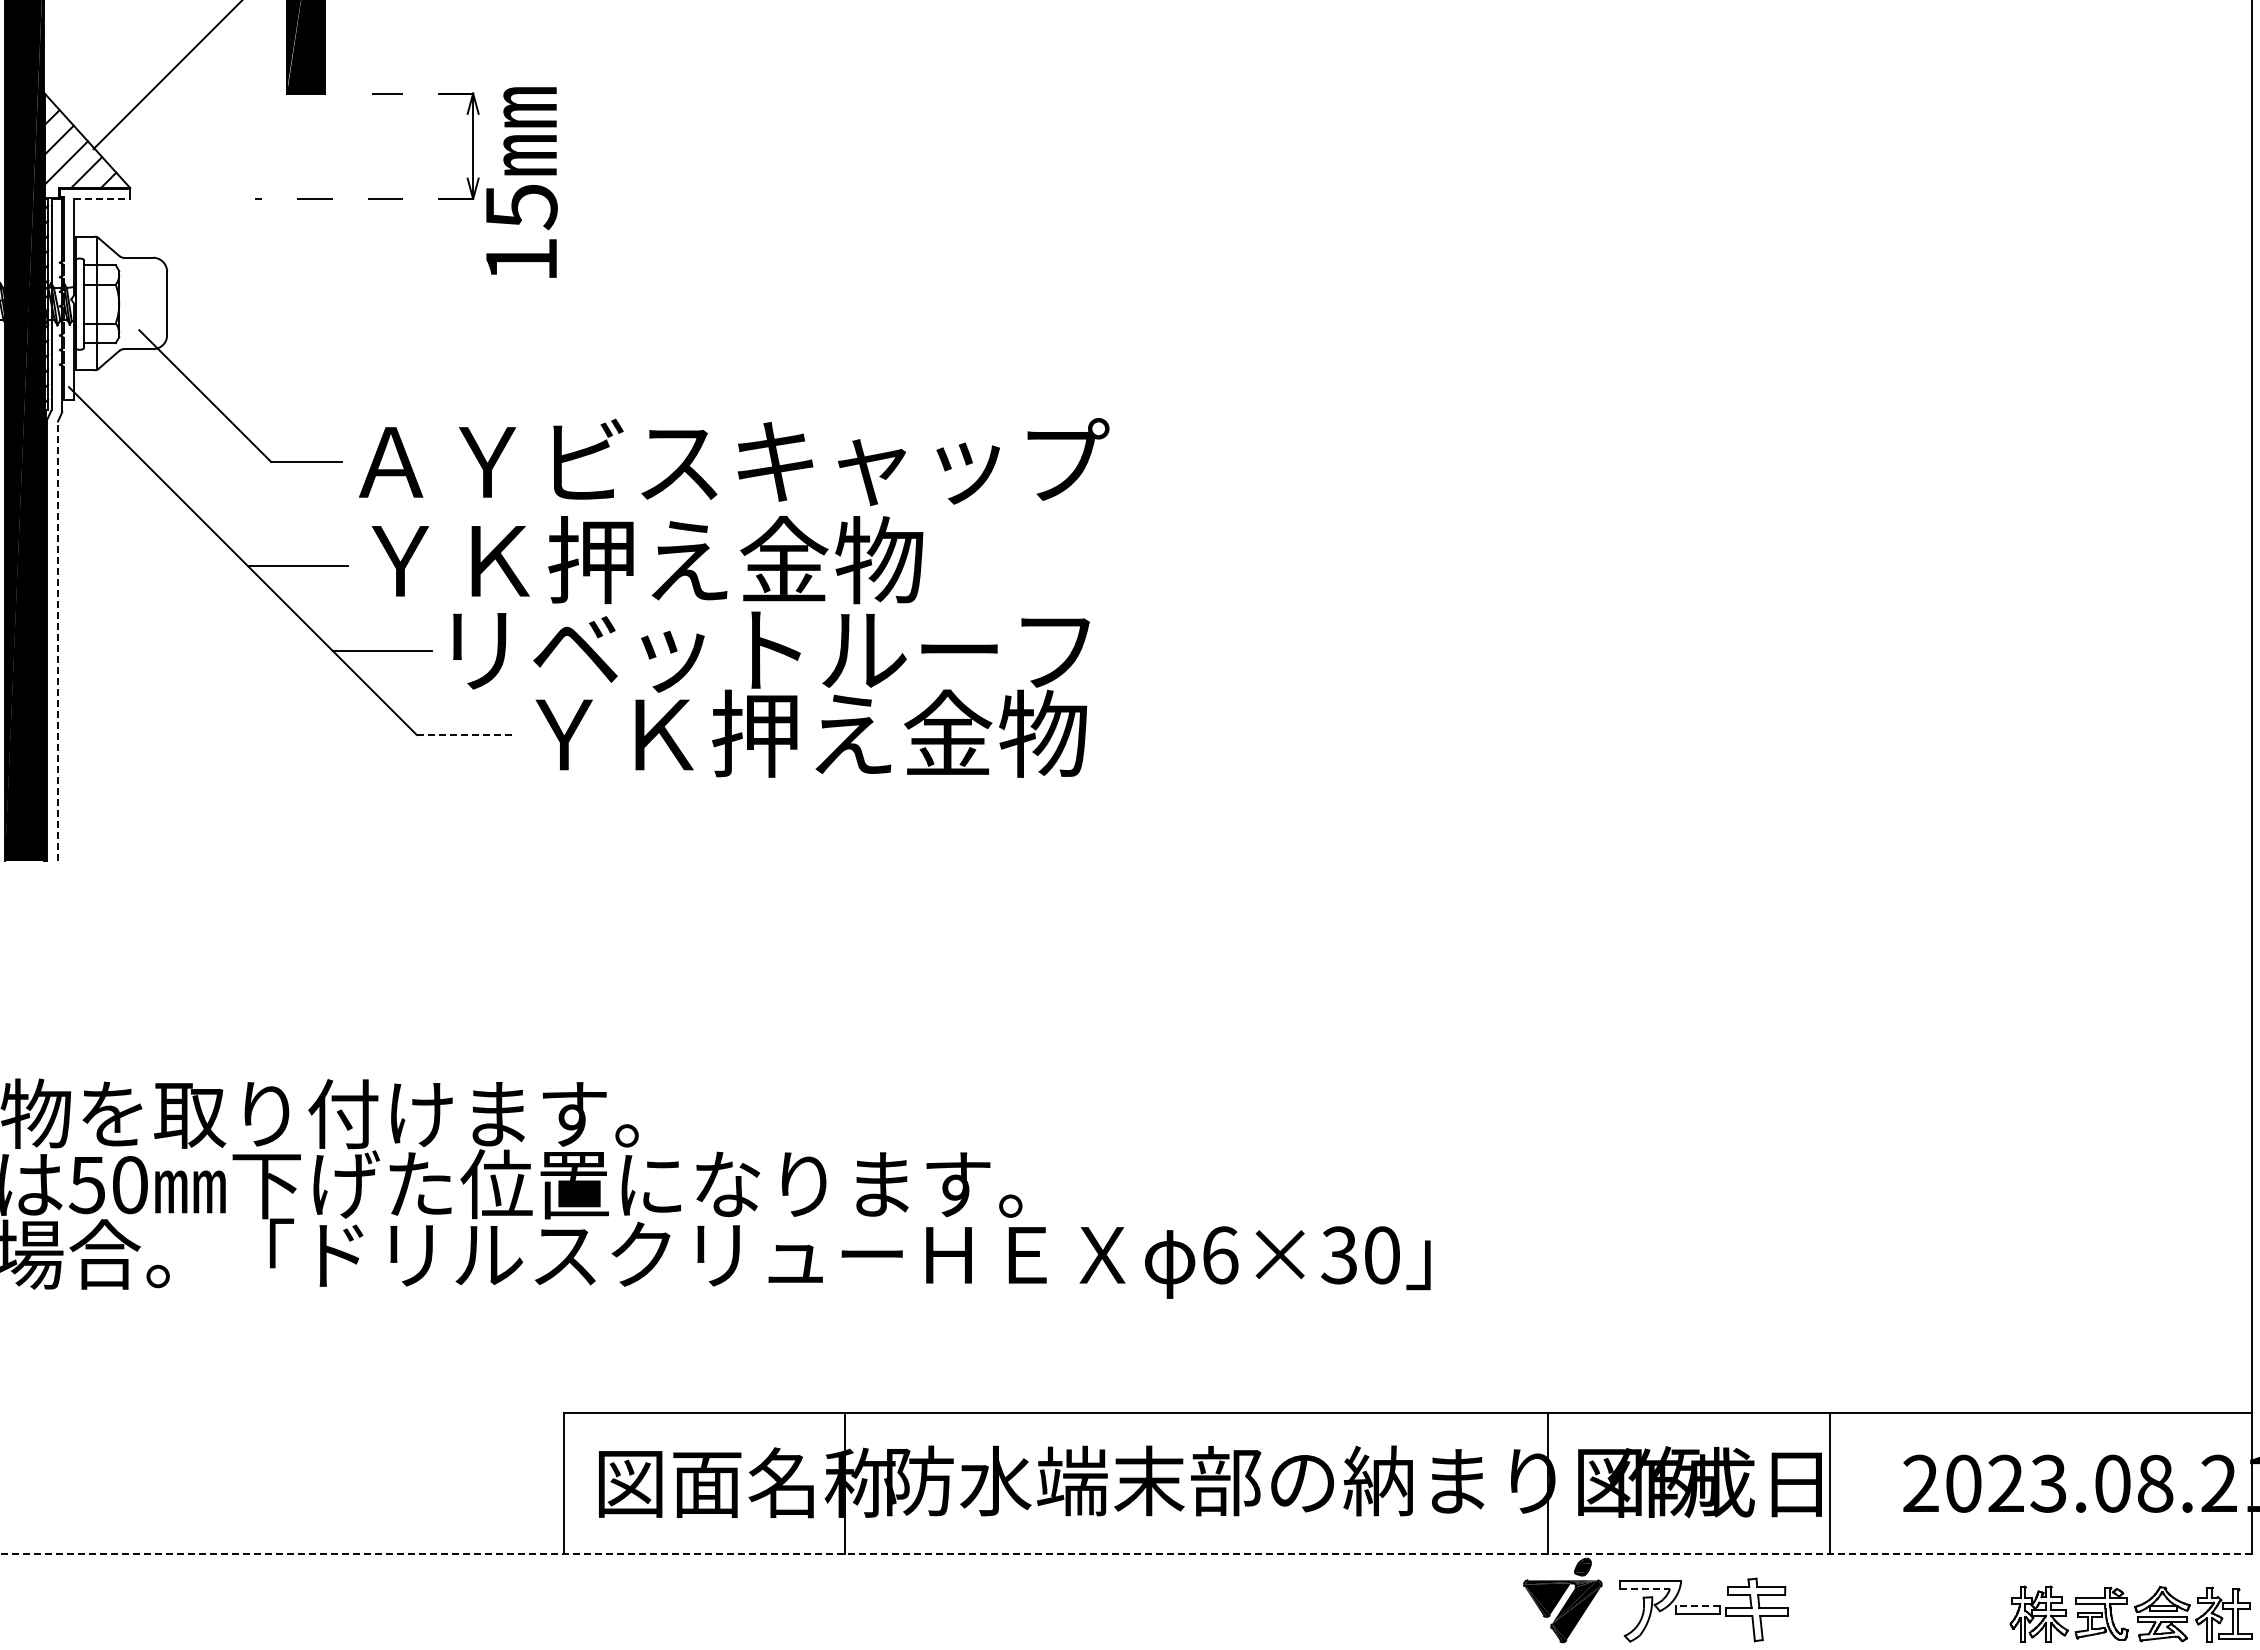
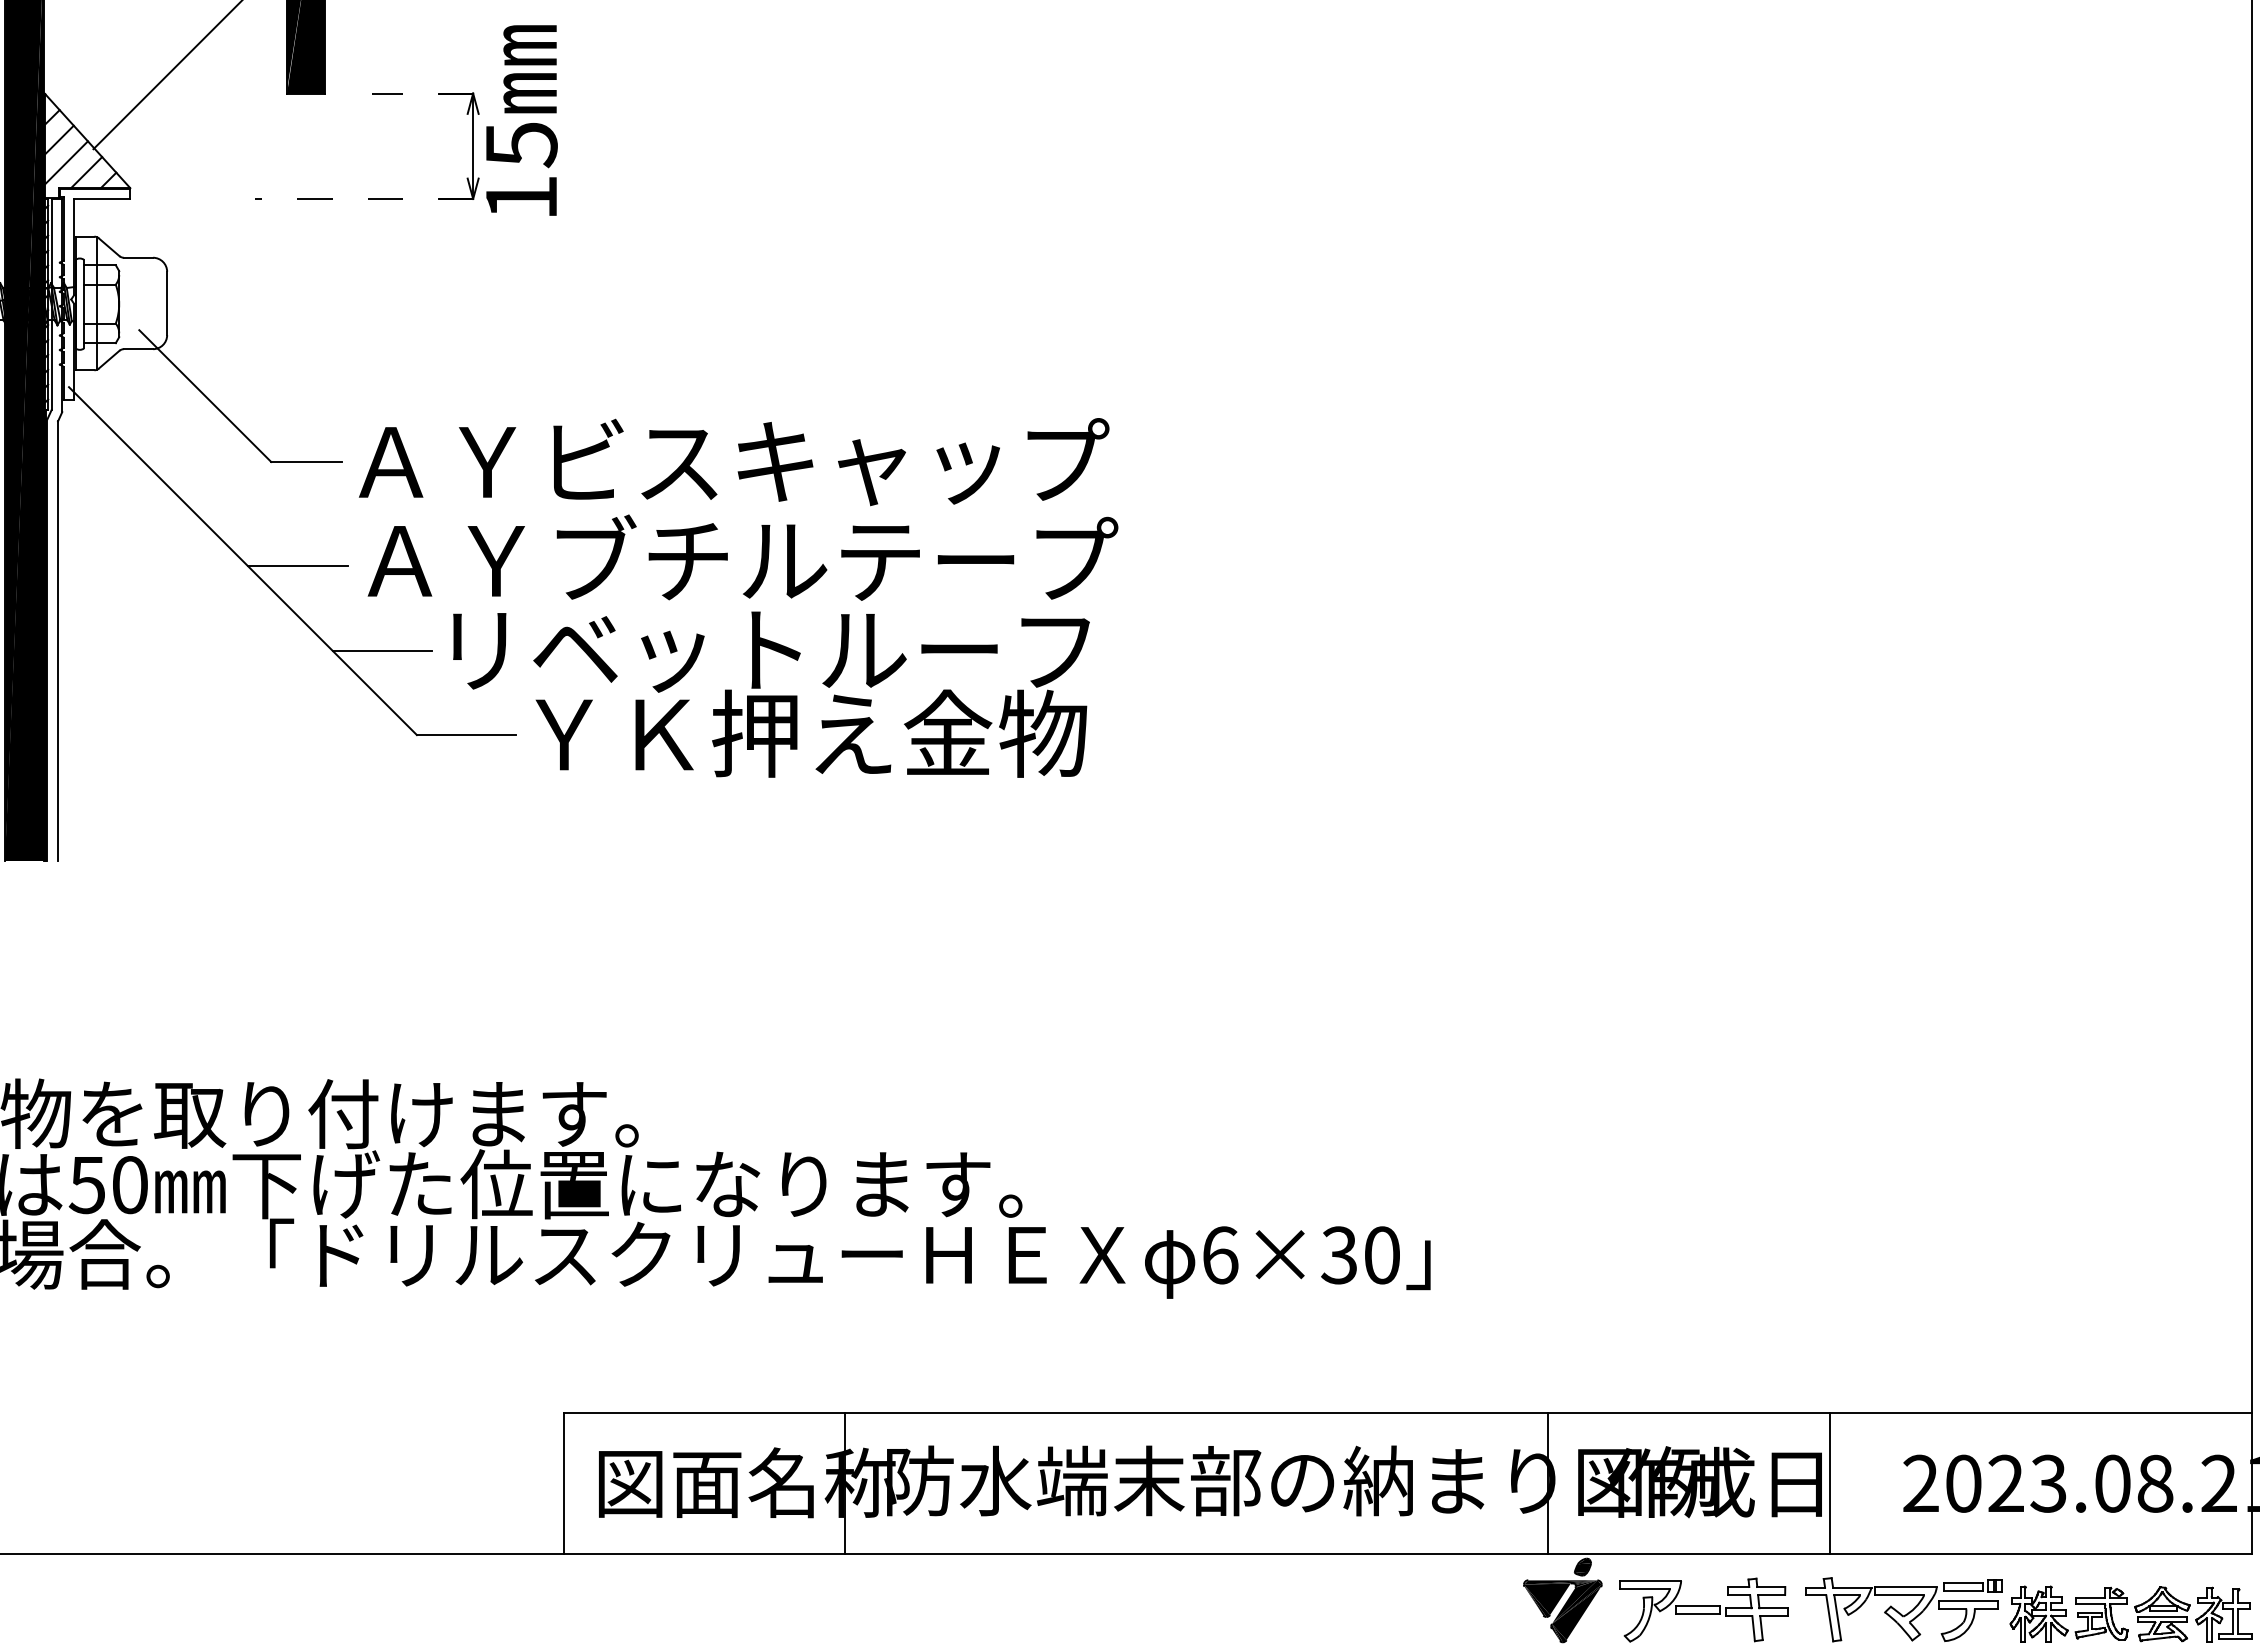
text at (521, 182) position: (521, 182) -> (521, 120)
line at (102, 199): dashed -> solid
text at (742, 559): ＹＫ押え金物 -> ＡＹブチルテープ
line at (58, 641): dashed -> solid
line at (466, 735): dashed -> solid
line at (1125, 1554): dashed -> solid
line at (1645, 1588): dashed -> solid
line at (1697, 1605): dashed -> solid
part at (1903, 1609): none -> present
